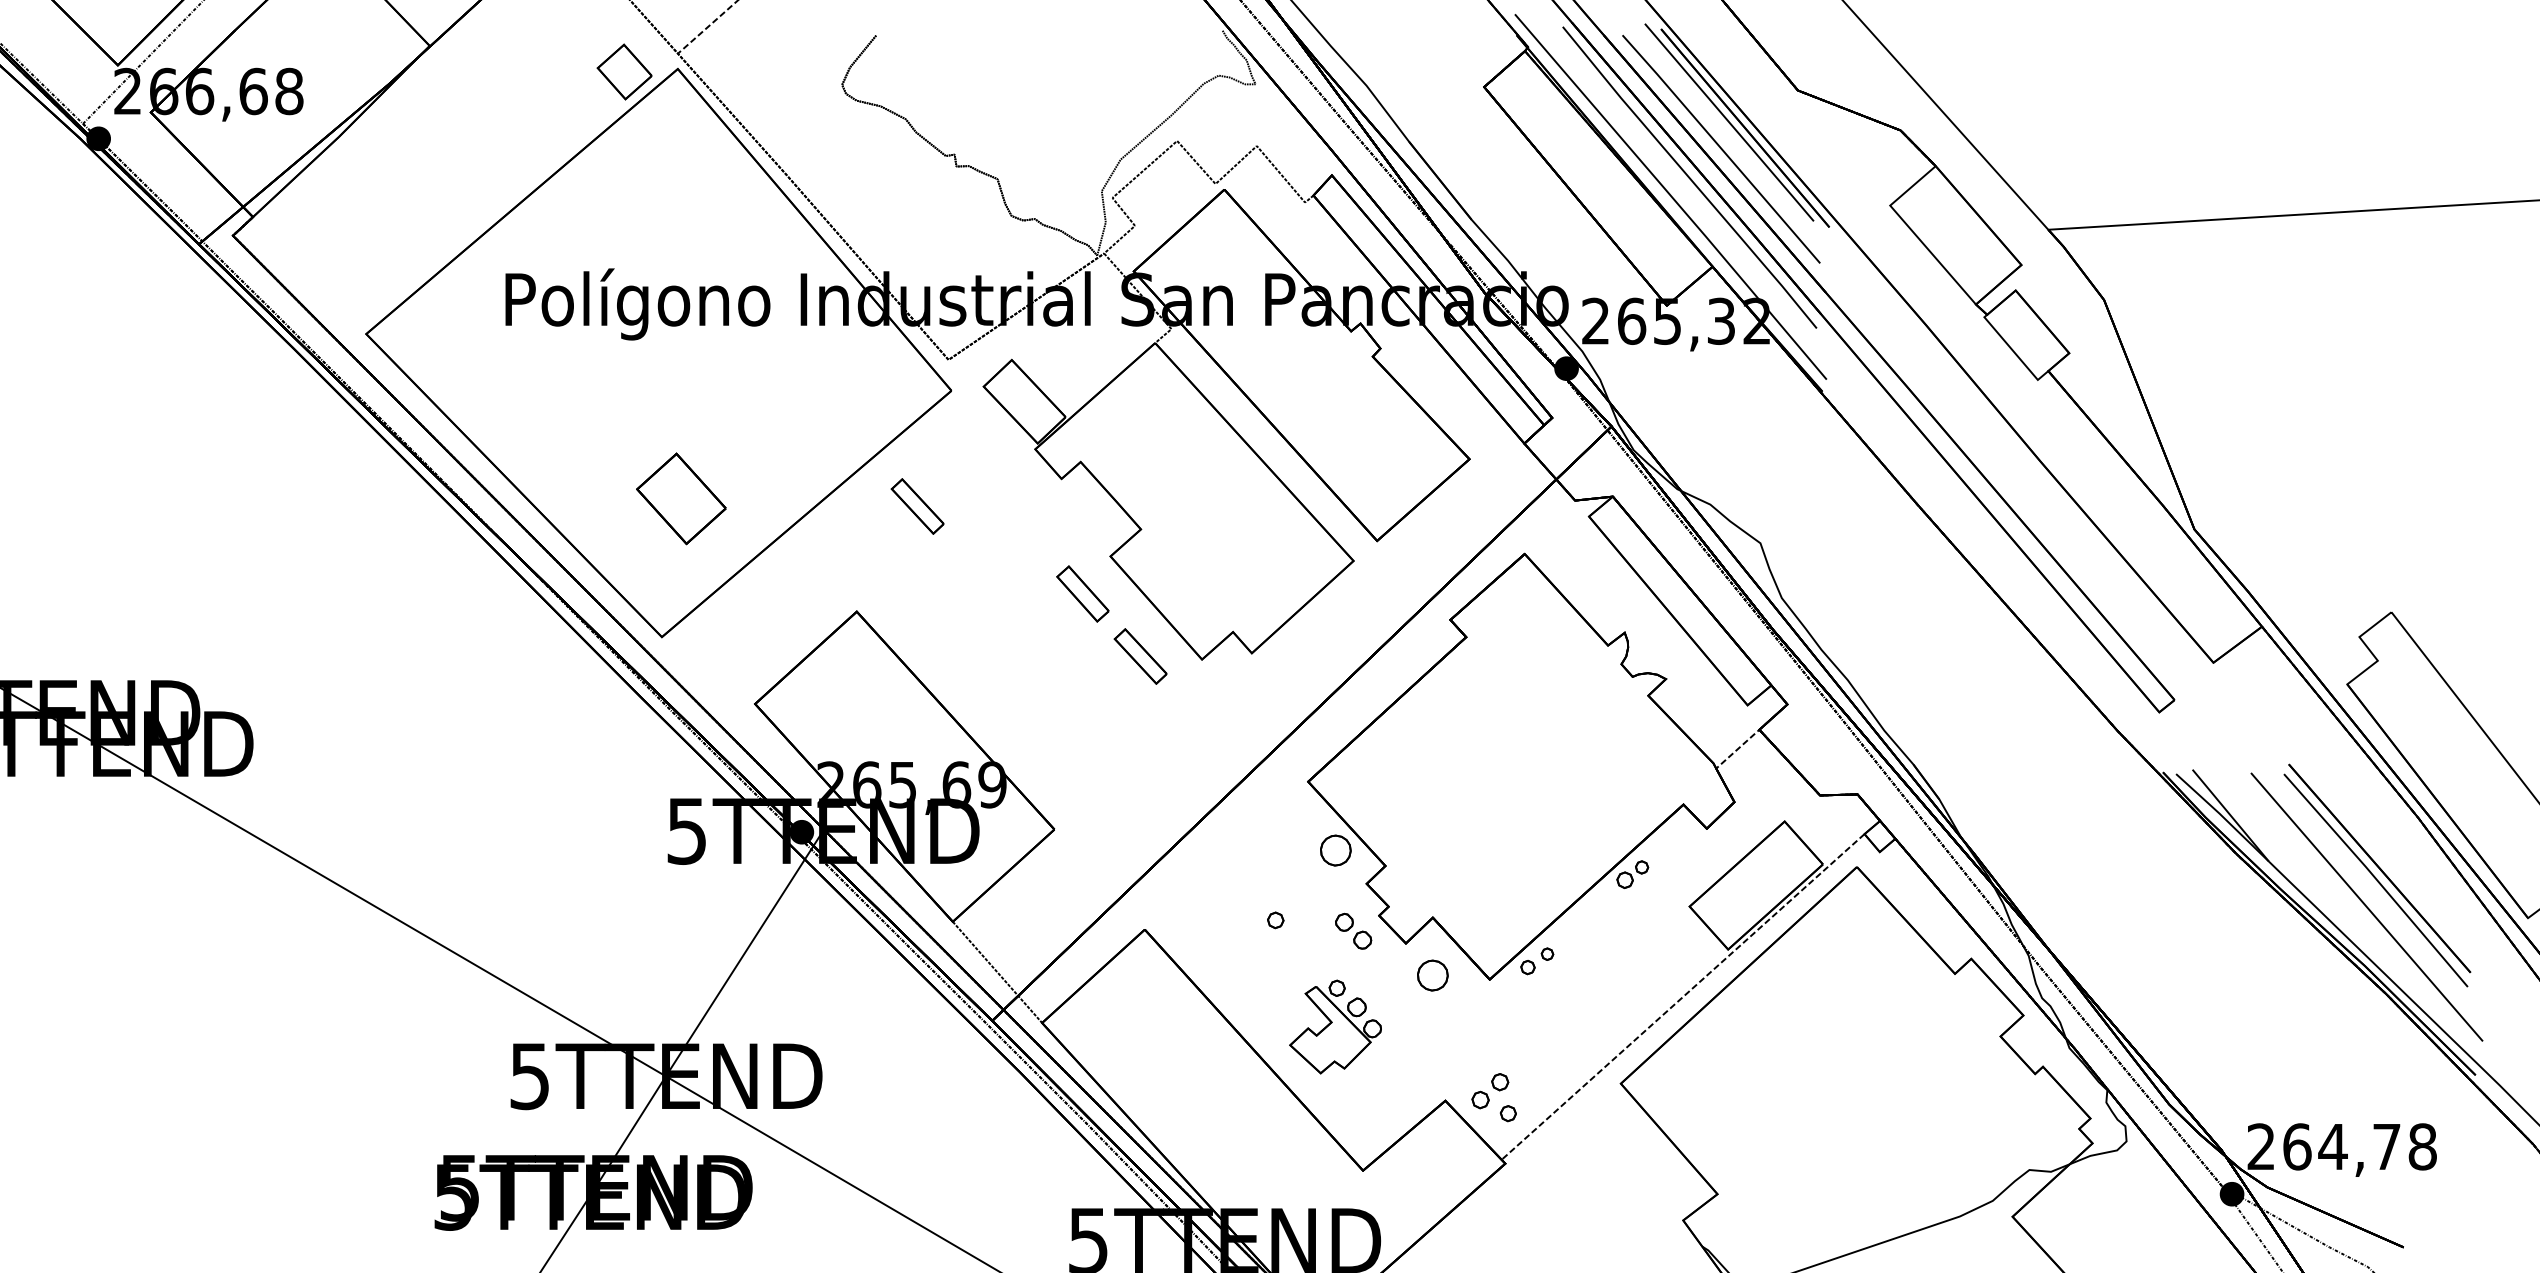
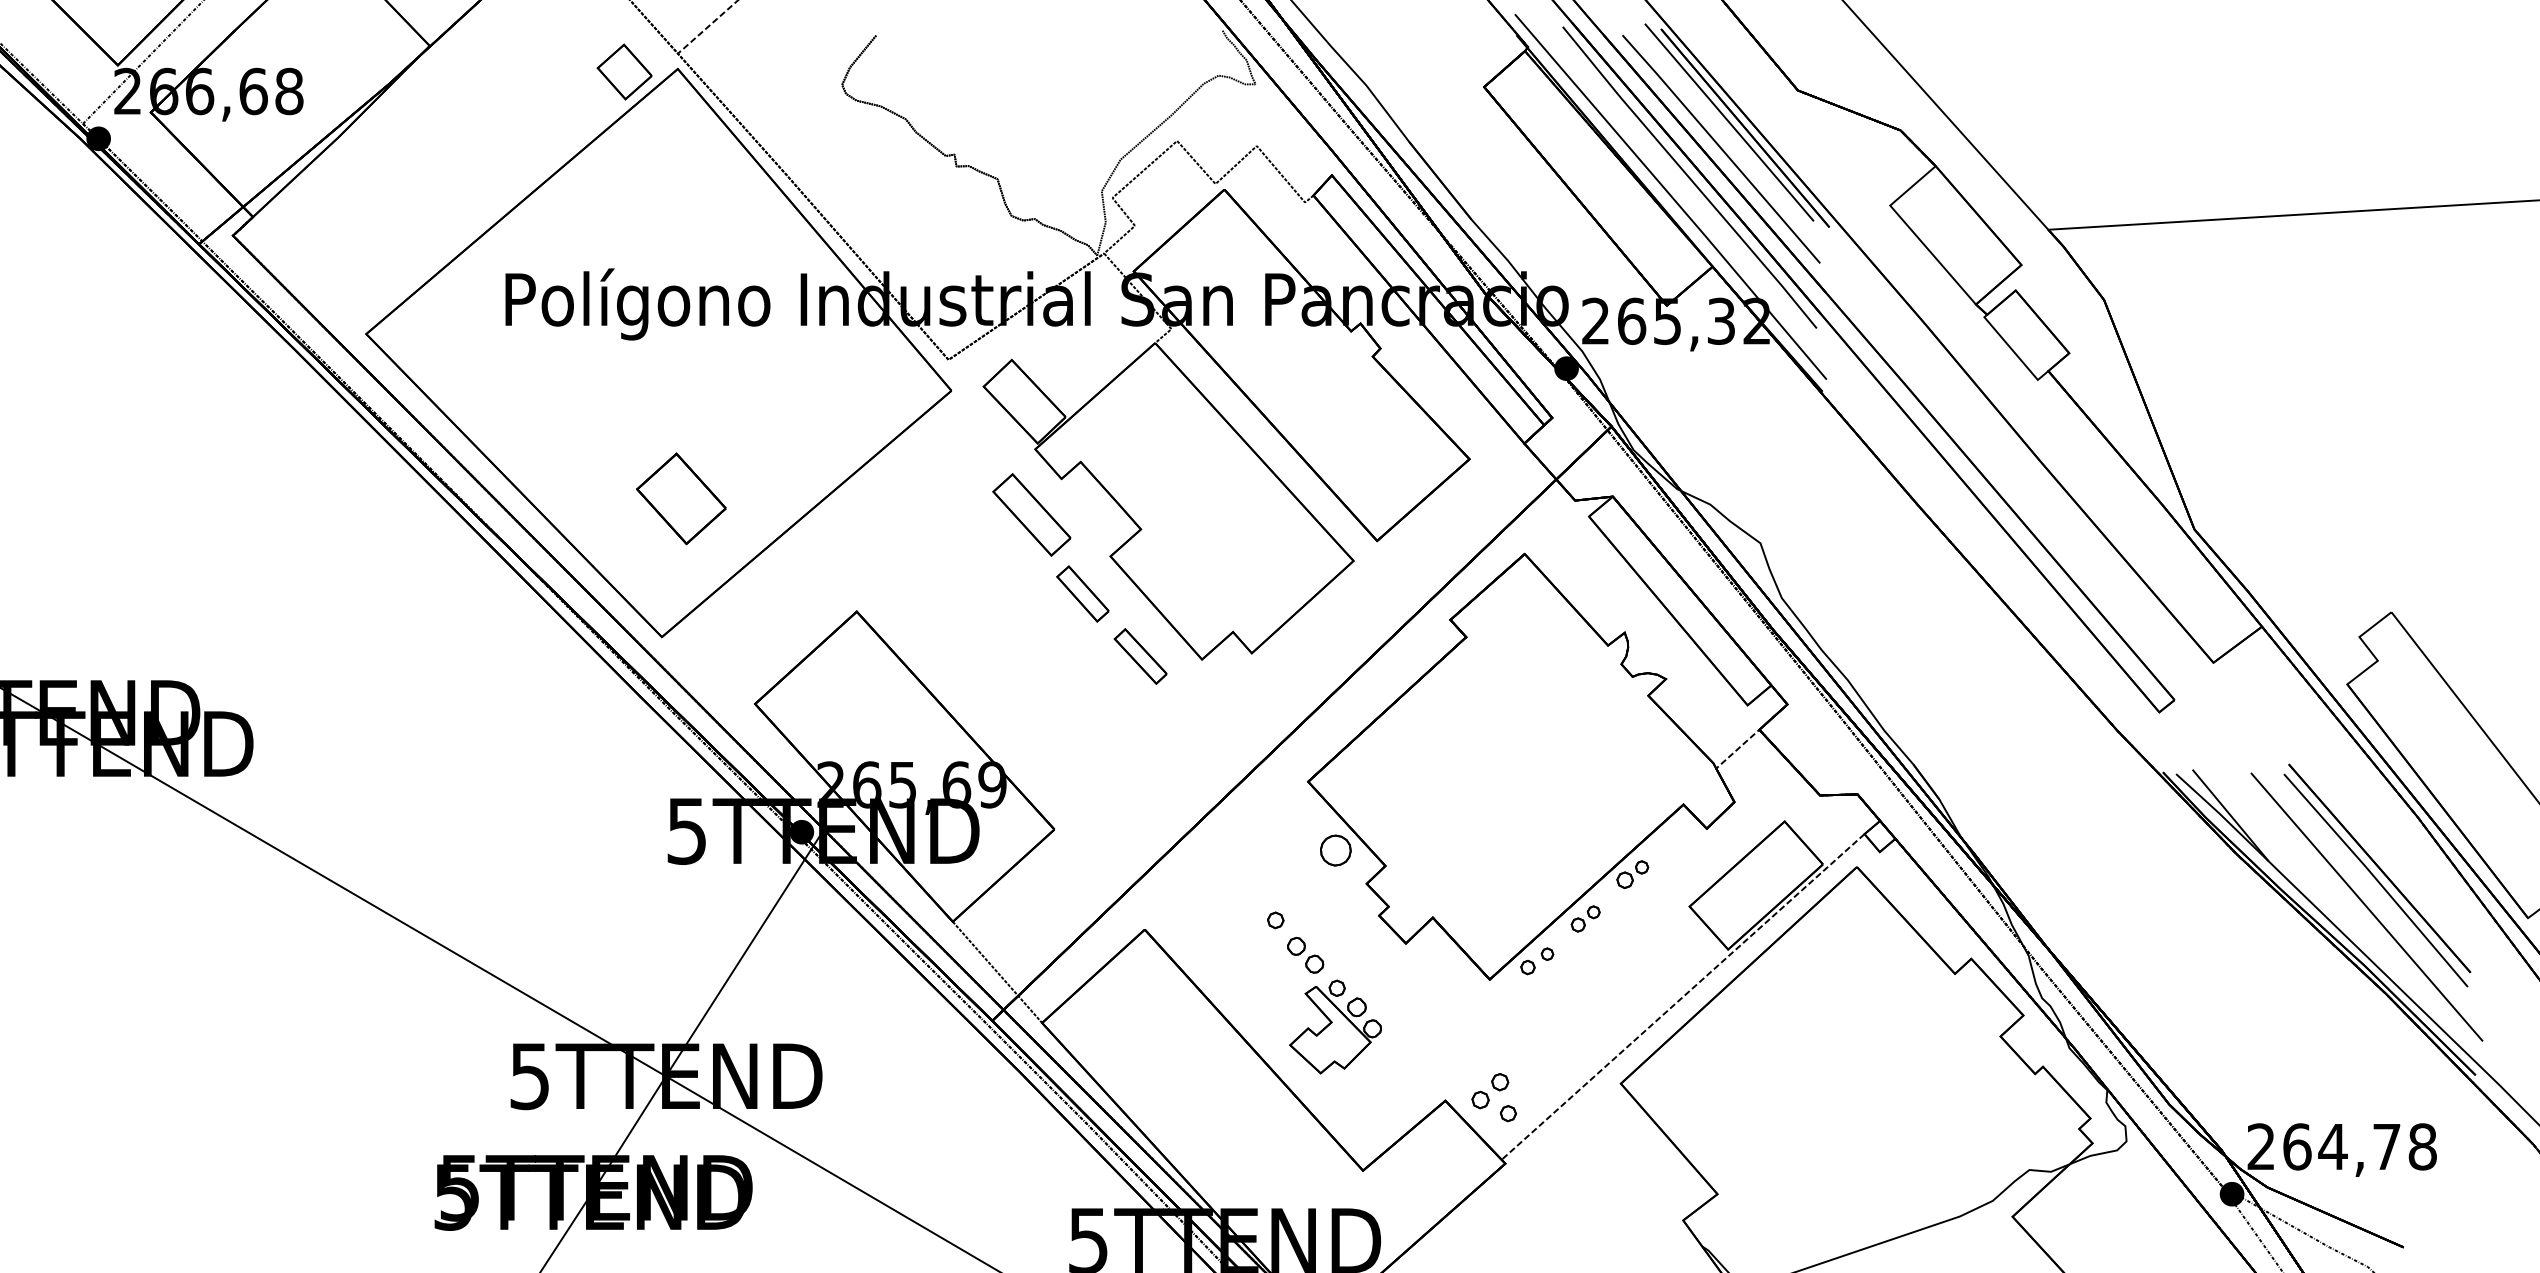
part at (917, 506): present -> none
part at (1031, 514): none -> present
part at (1585, 918): none -> present
part at (1353, 930) position: (1353, 930) -> (1305, 954)
part at (1432, 975): present -> none
